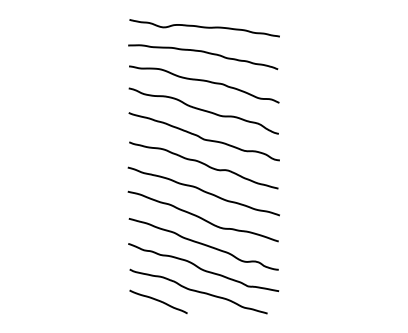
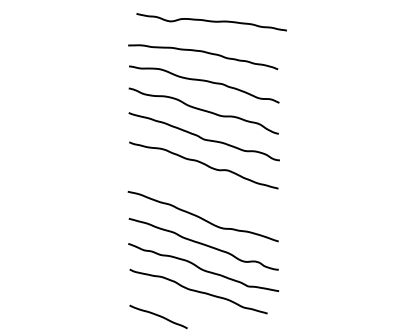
curve at (204, 28) position: (204, 28) -> (211, 22)
curve at (203, 191): present -> none
curve at (158, 301) position: (158, 301) -> (158, 316)
